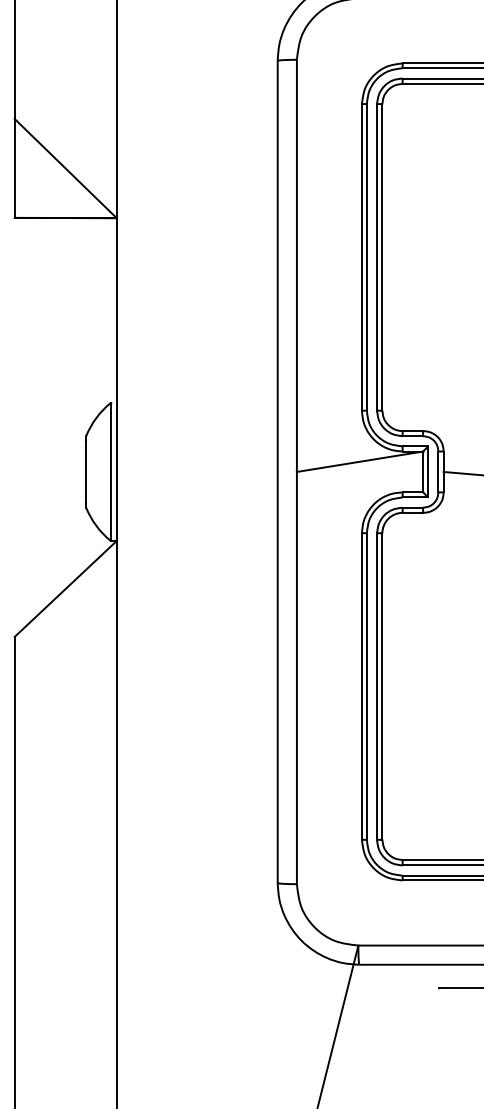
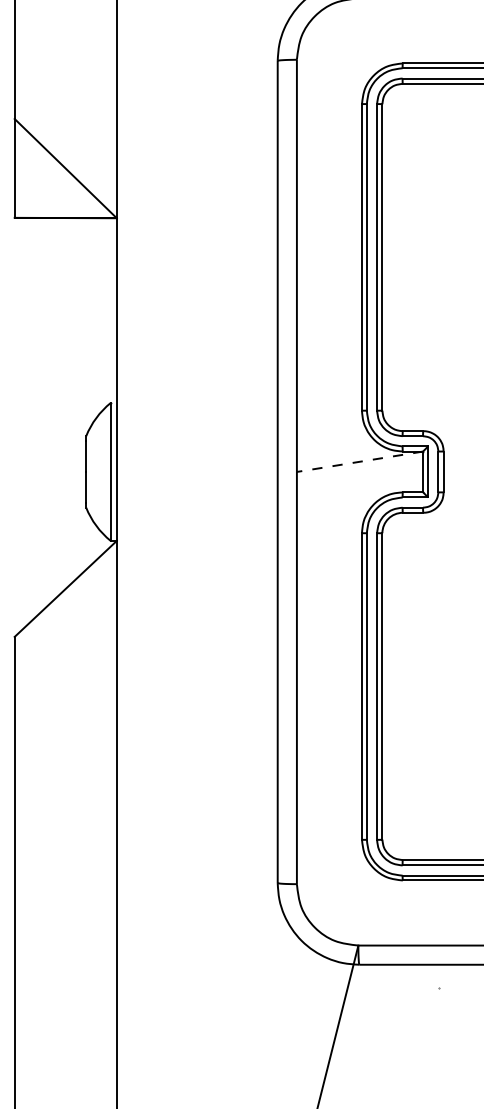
line at (360, 461): solid -> dashed
line at (461, 473): present -> none
line at (459, 987): present -> none
